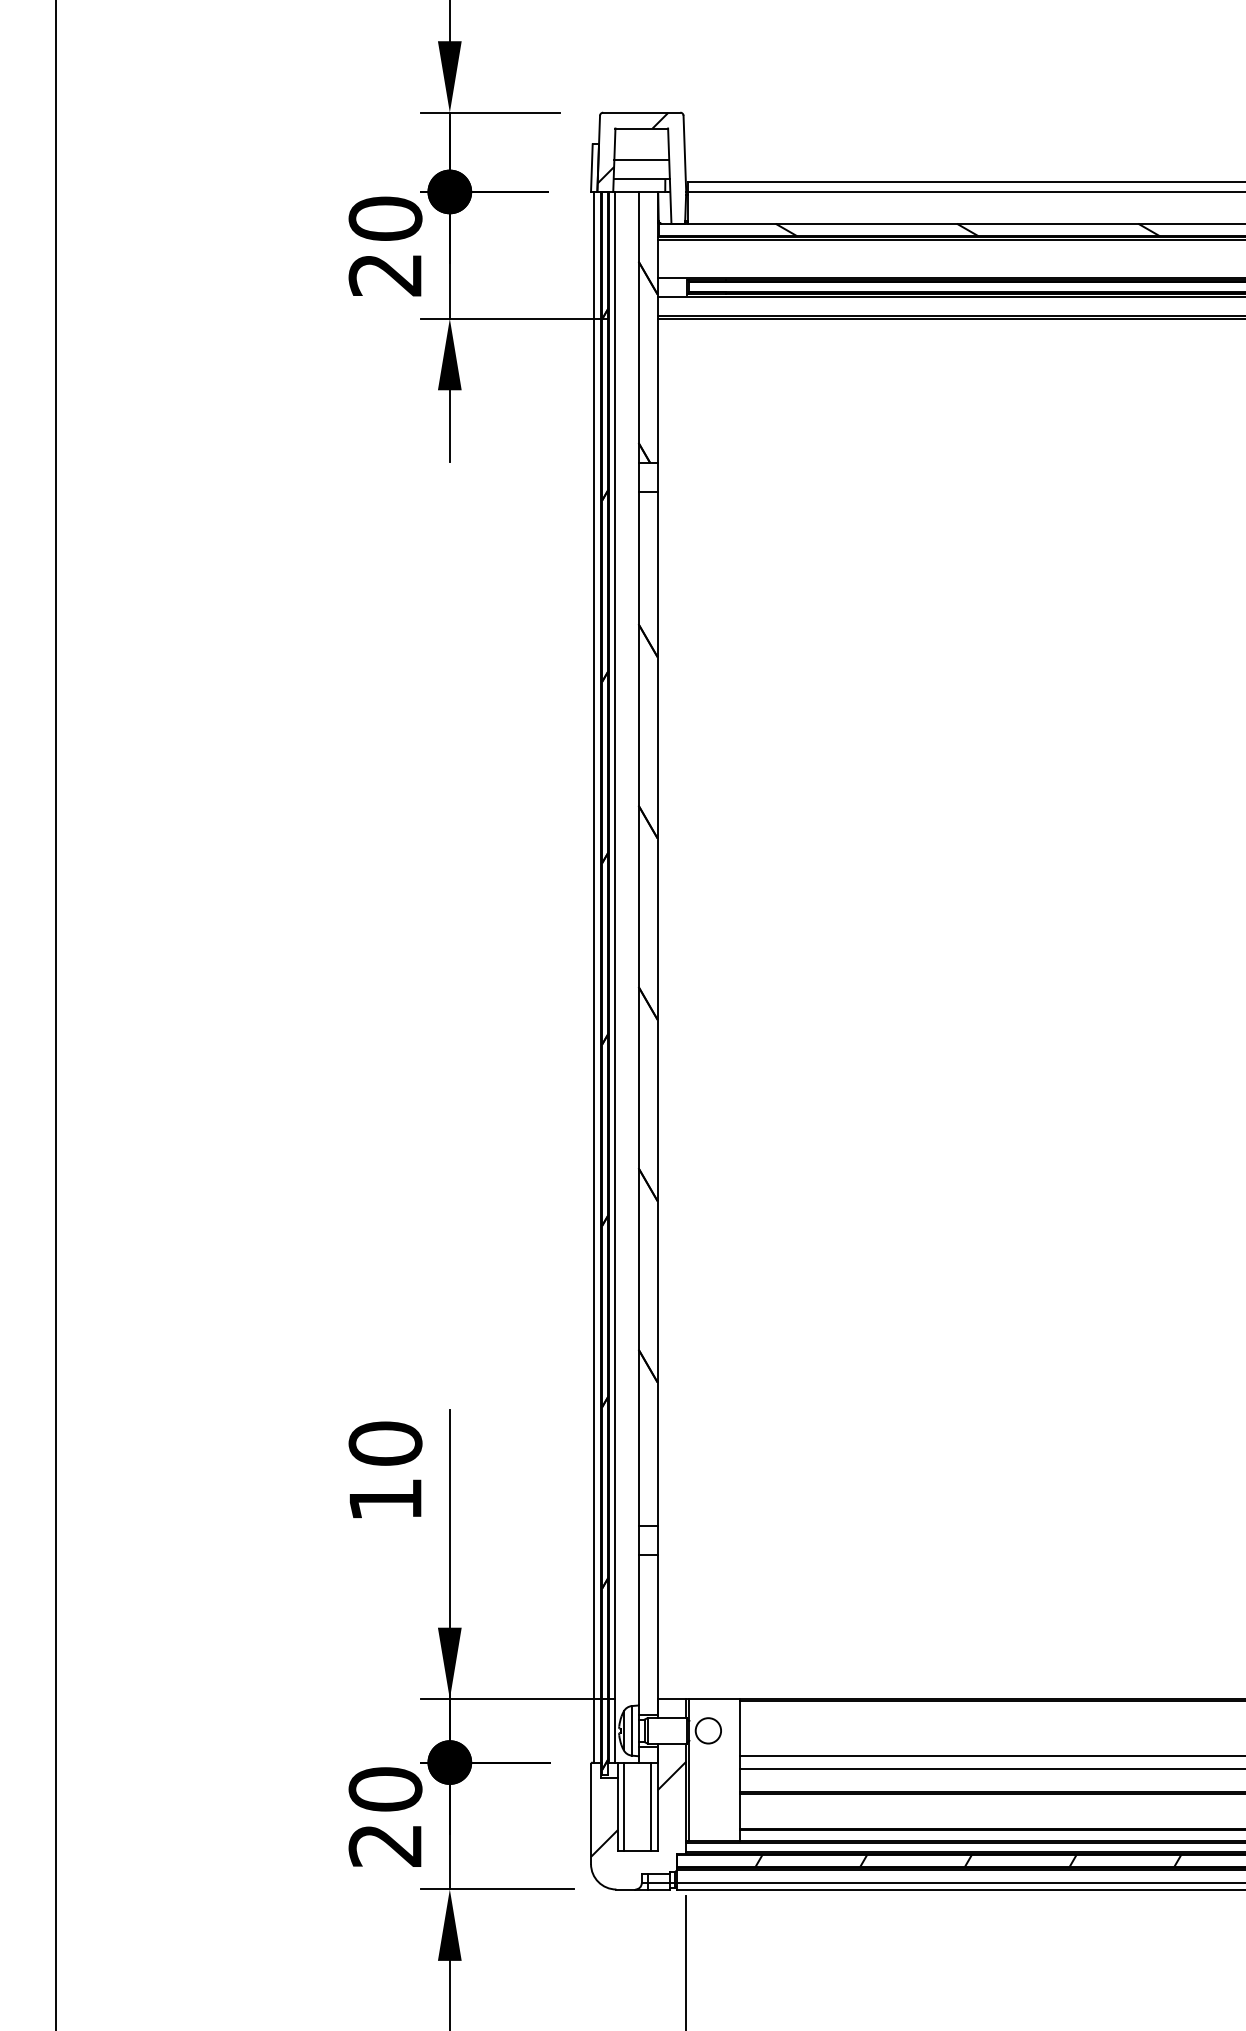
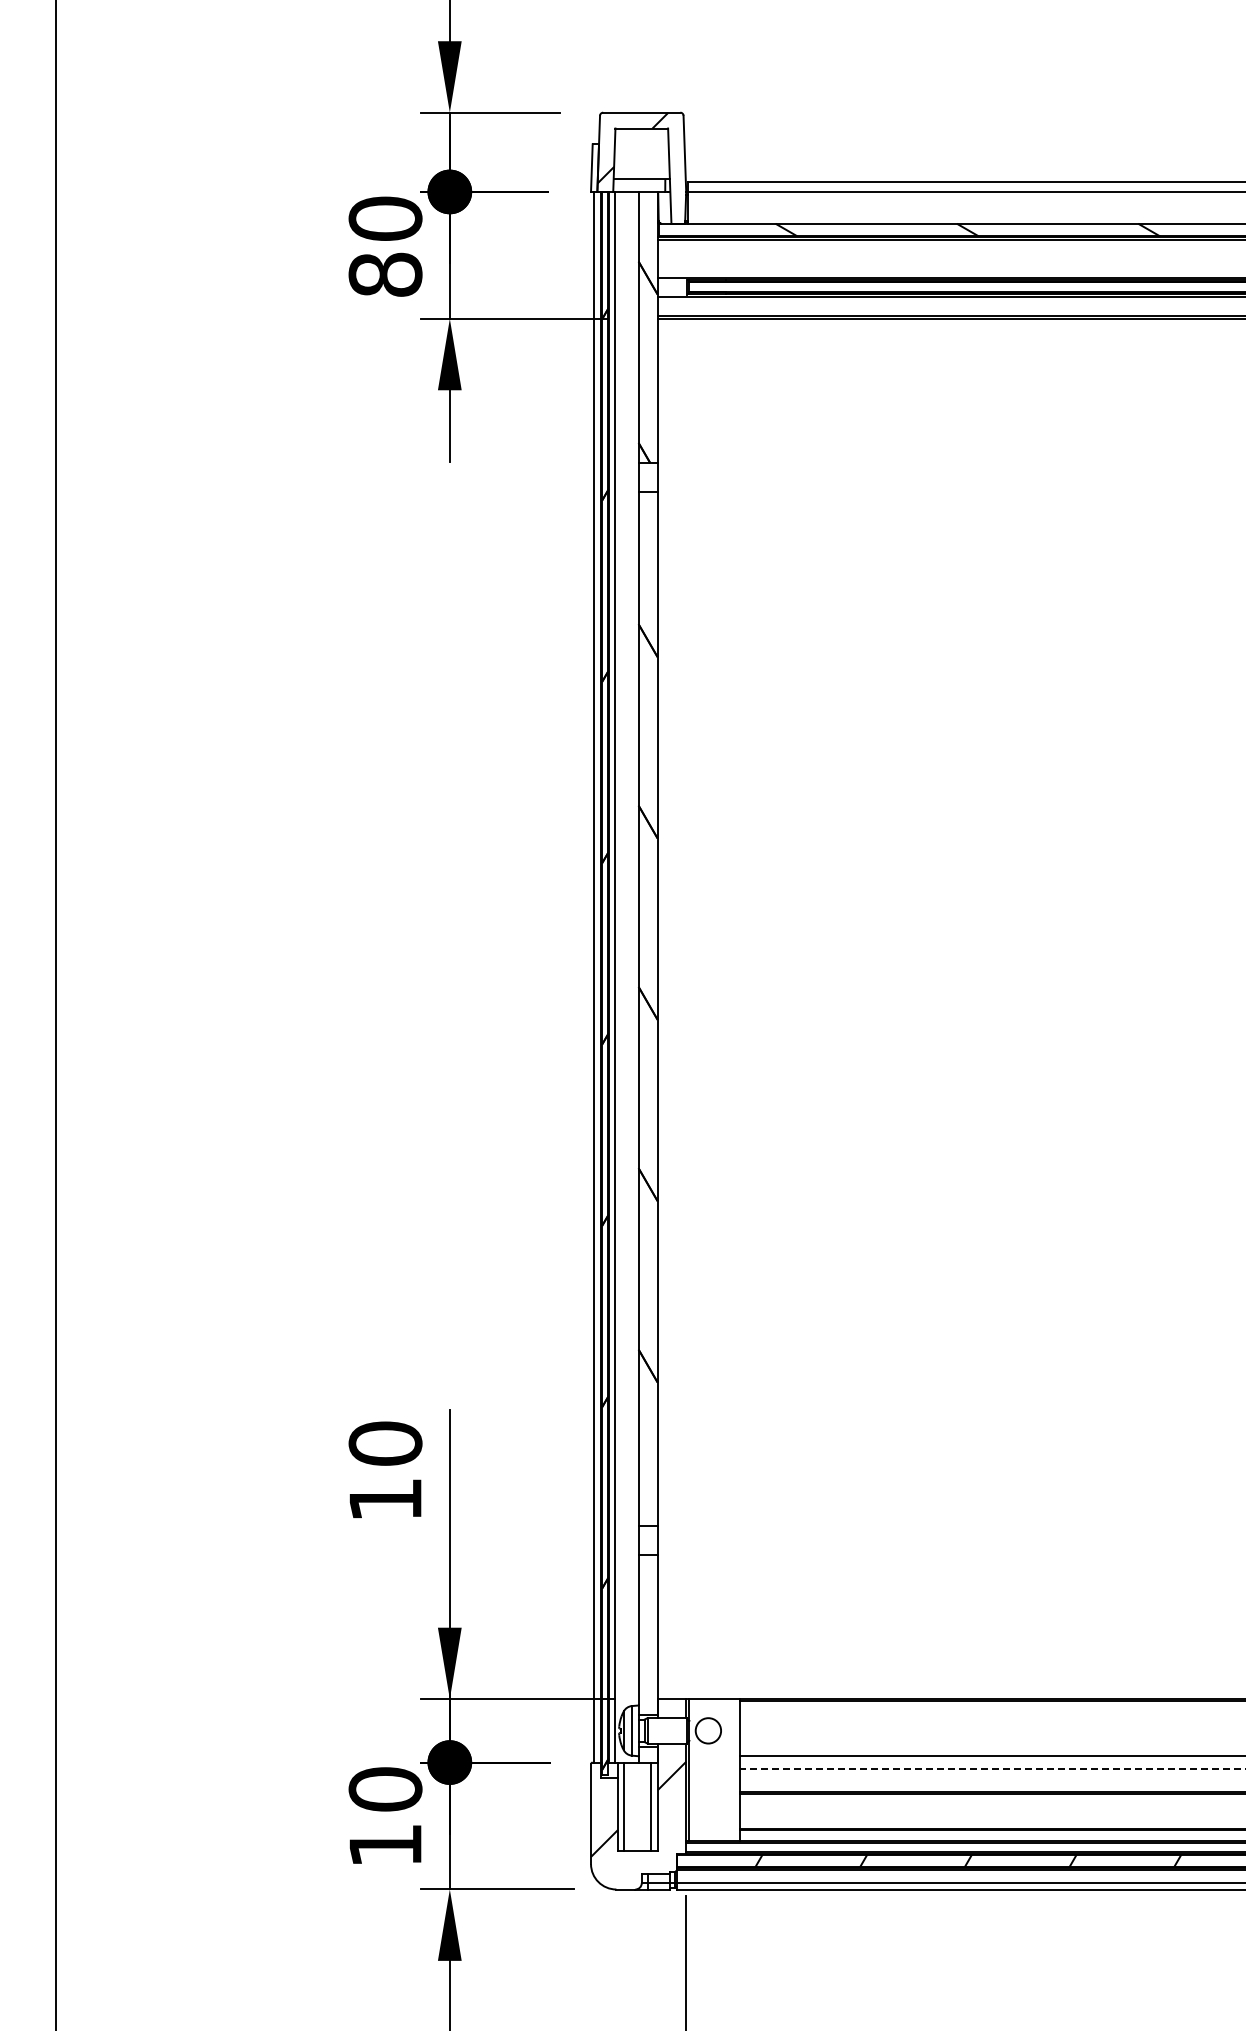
line at (641, 160): present -> none
text at (385, 274): 20 -> 80
line at (993, 1768): solid -> dashed
text at (384, 1845): 20 -> 10
